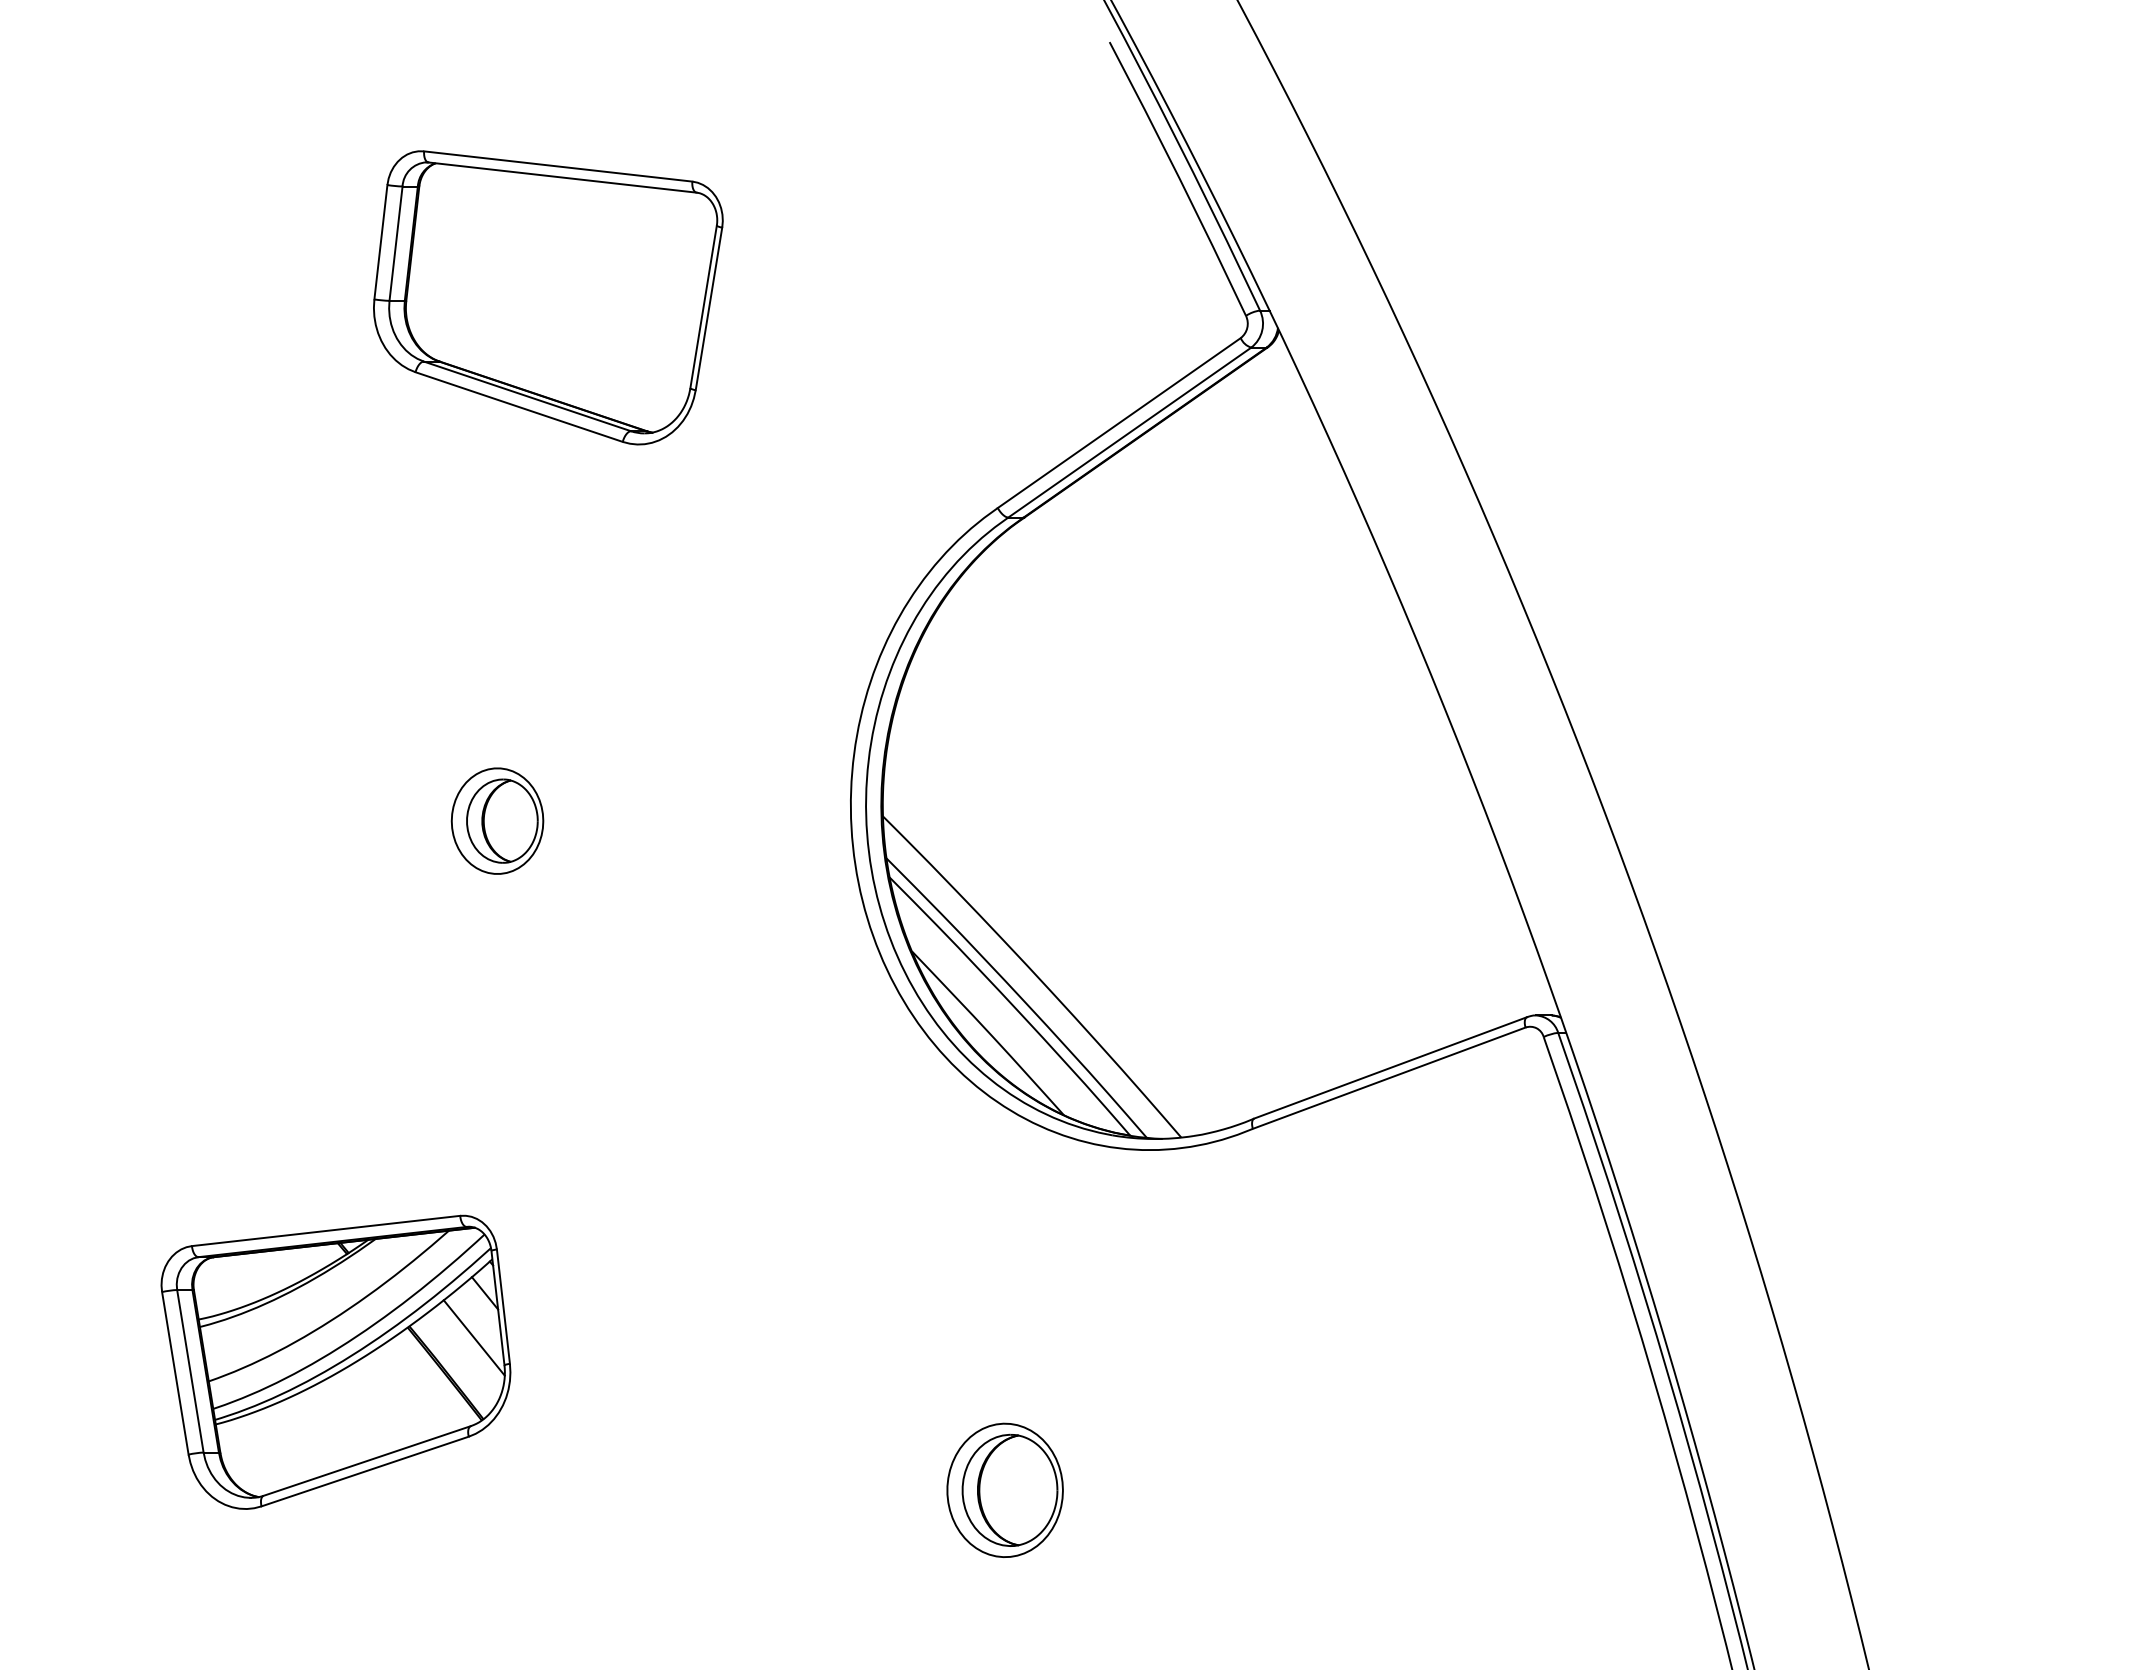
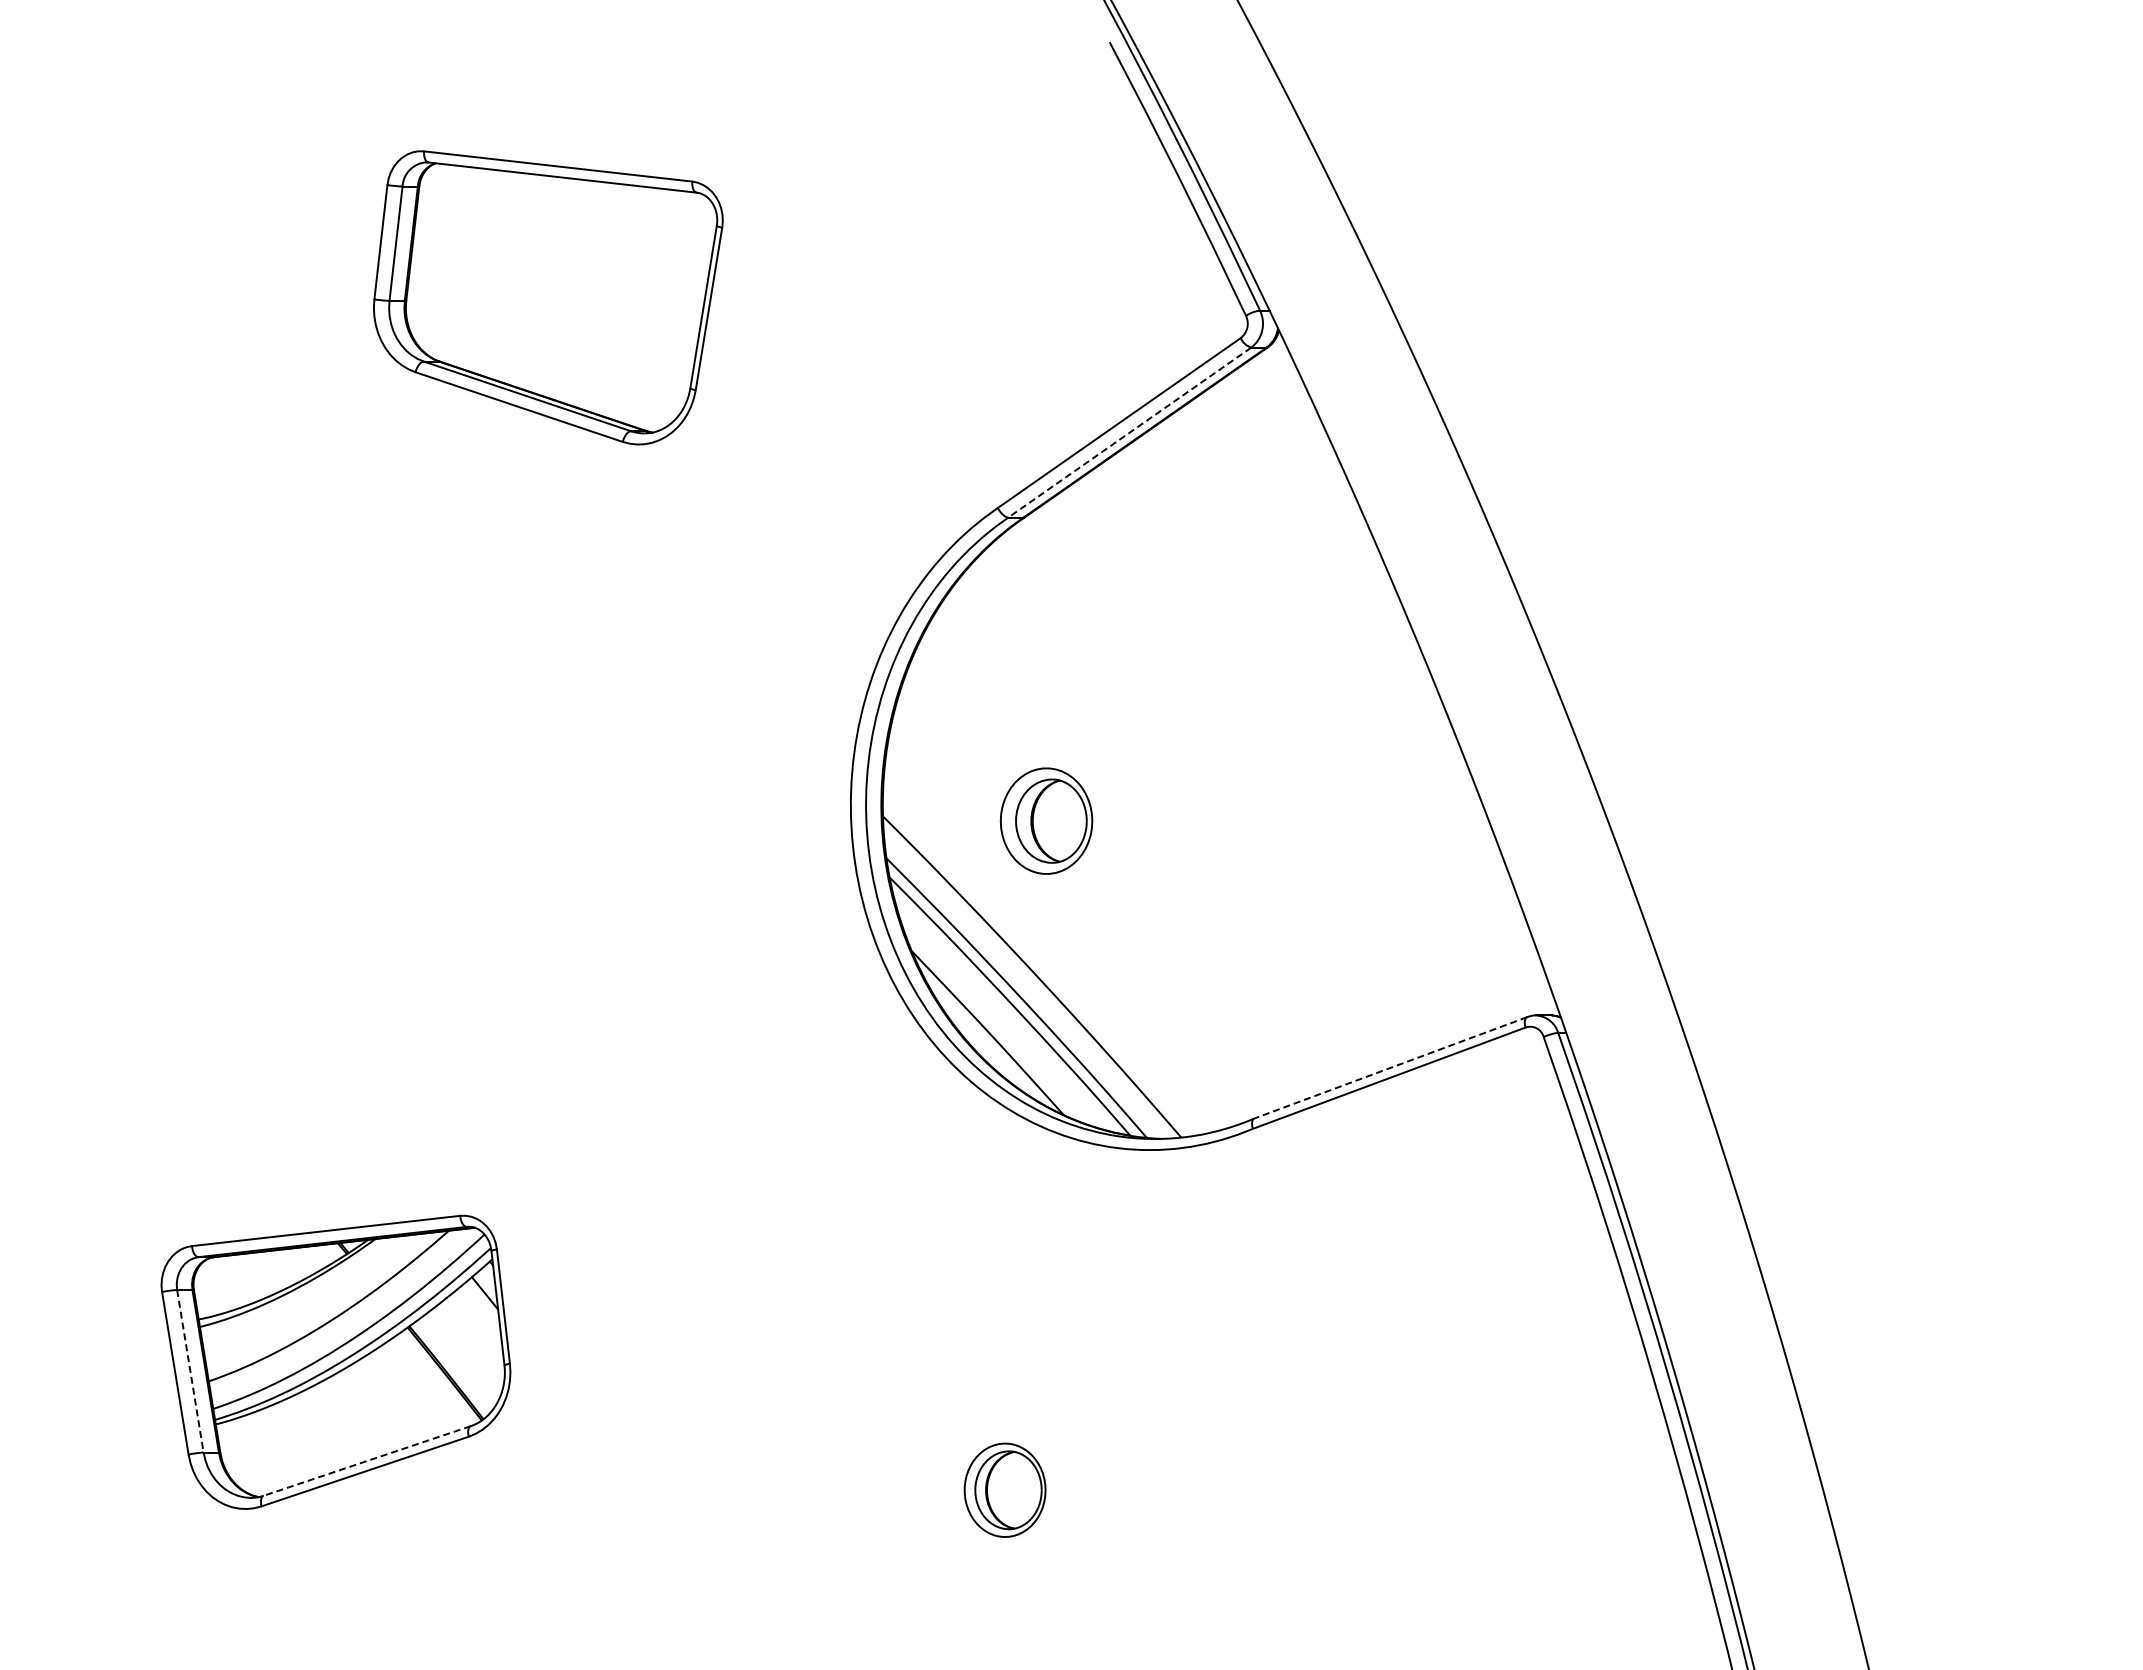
line at (1129, 432): solid -> dashed
part at (497, 820) position: (497, 820) -> (1046, 820)
line at (1390, 1068): solid -> dashed
line at (473, 1337): present -> none
line at (190, 1371): solid -> dashed
line at (366, 1461): solid -> dashed
part at (1004, 1489) size: 118x136 px -> 84x96 px
